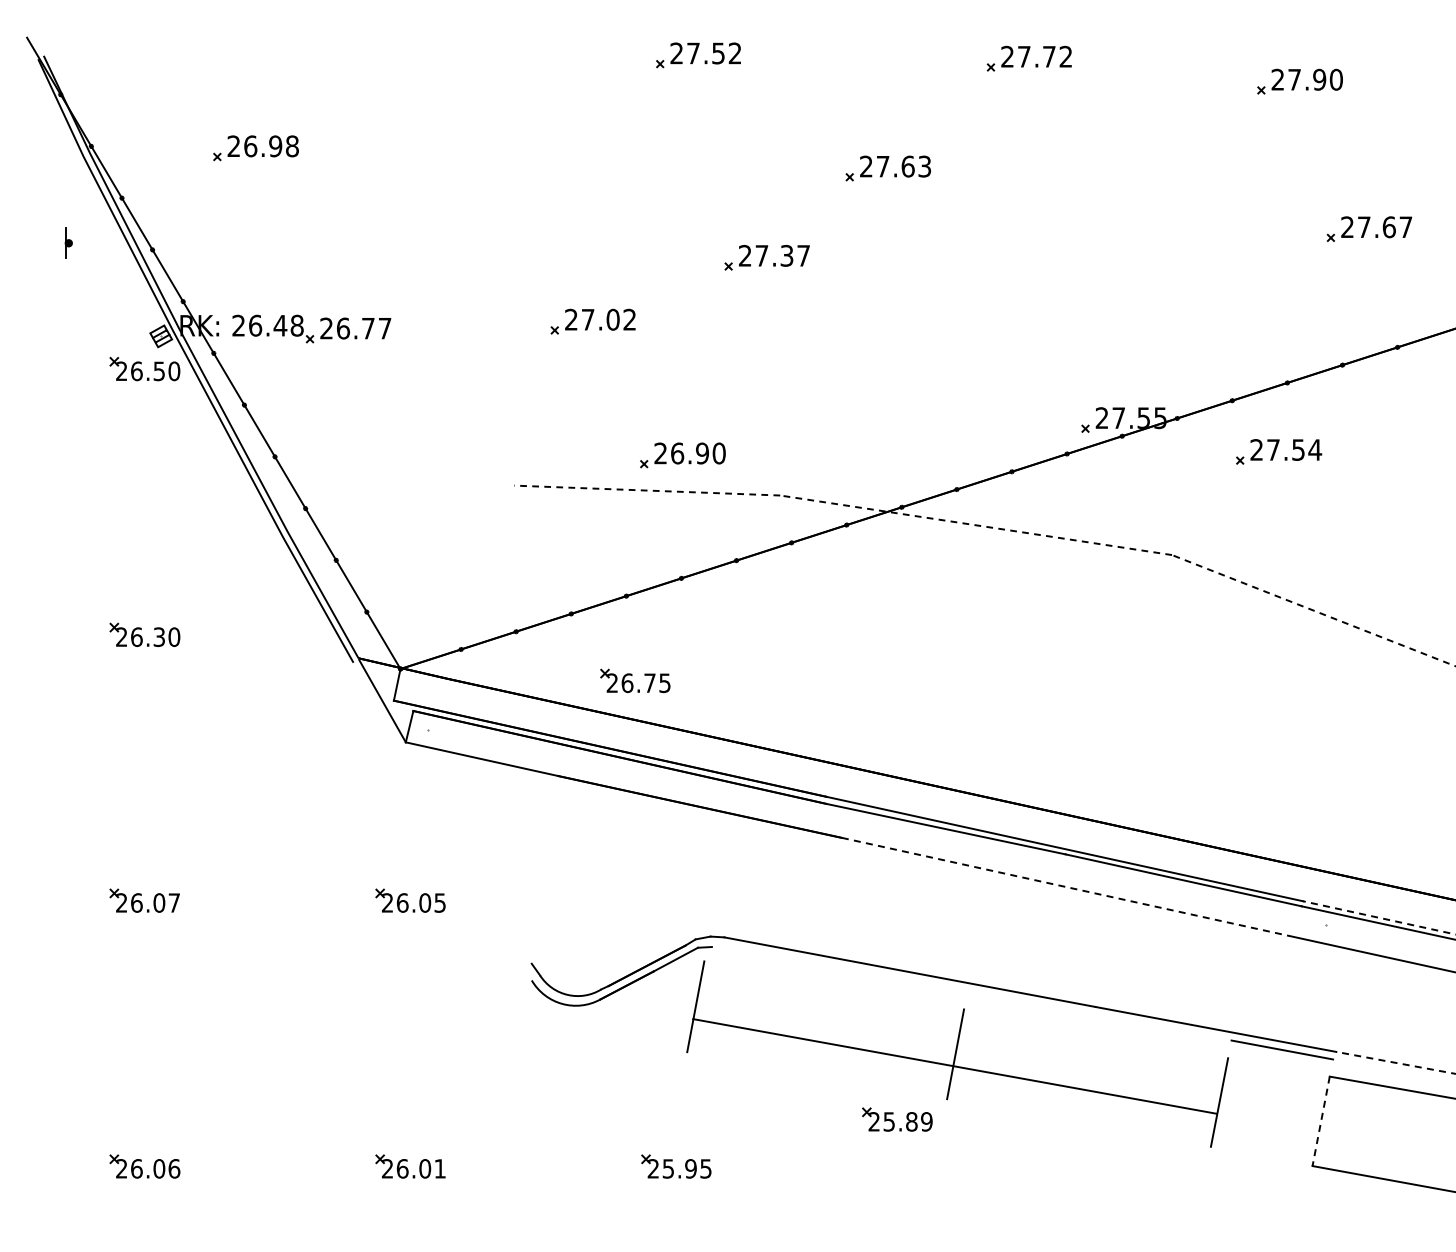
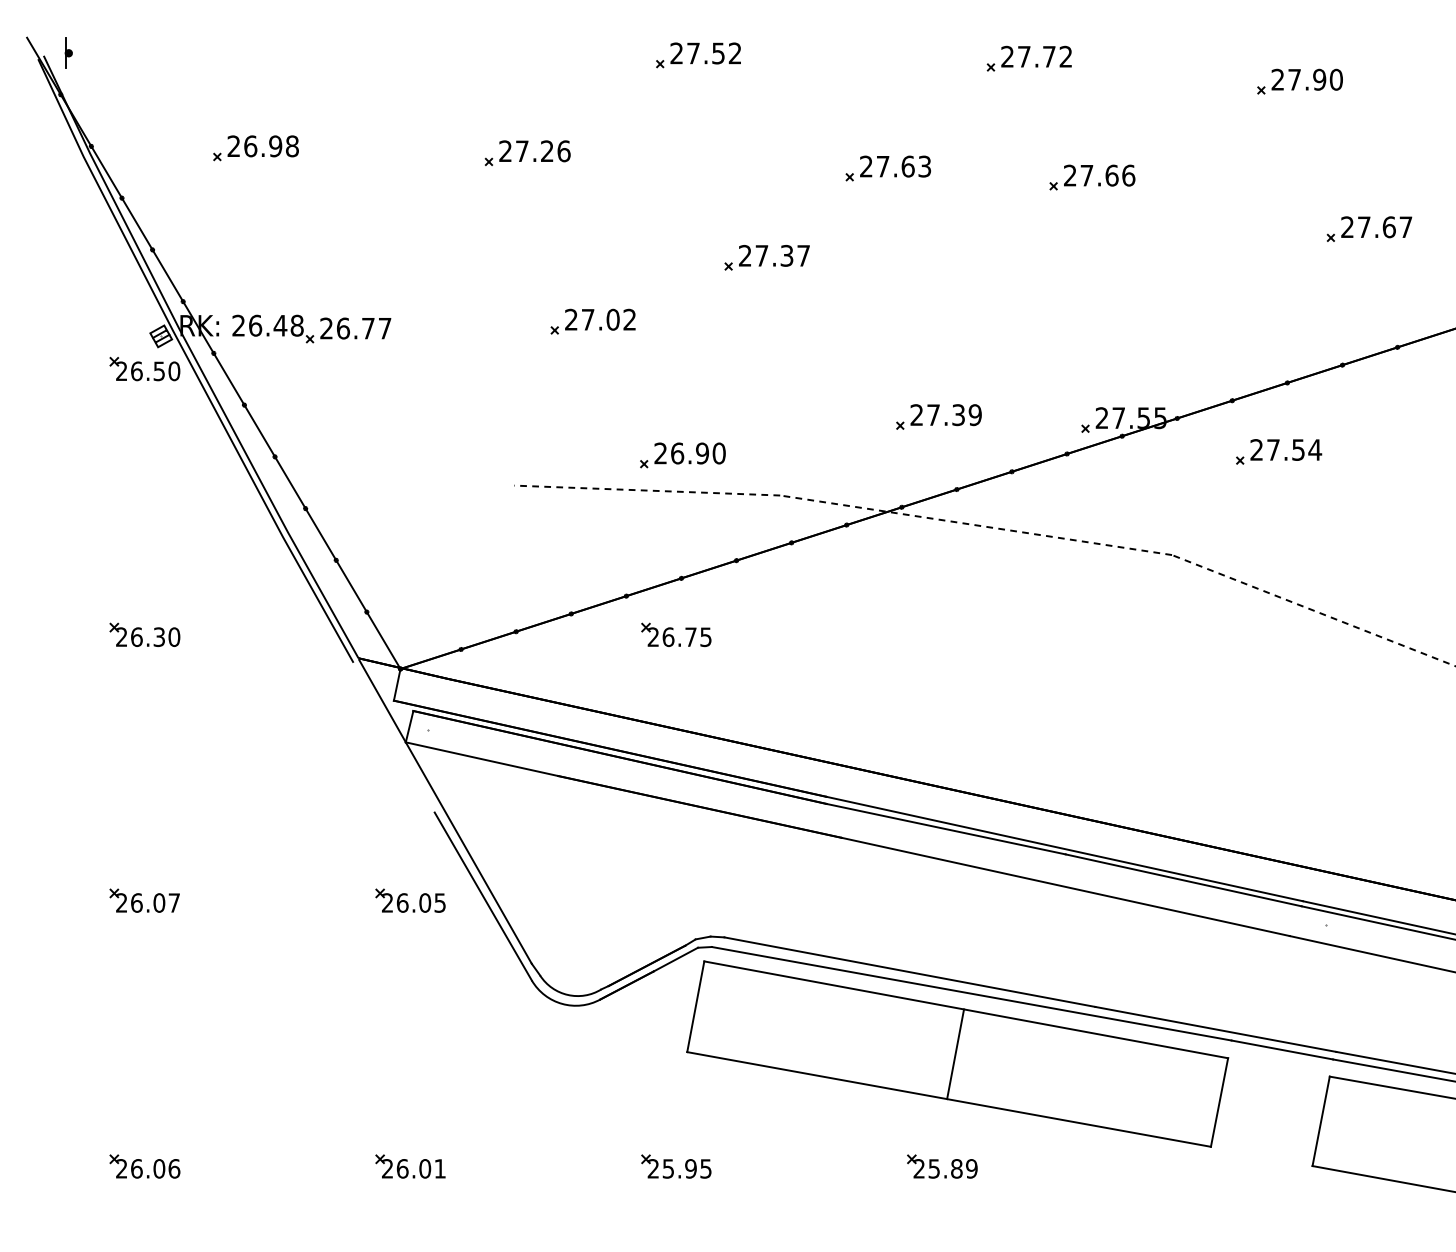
part at (527, 152): none -> present
part at (1092, 177): none -> present
part at (68, 242) position: (68, 242) -> (68, 52)
part at (938, 416): none -> present
part at (635, 680) position: (635, 680) -> (676, 634)
line at (468, 852): none -> present
line at (1066, 887): dashed -> solid
line at (482, 896): none -> present
line at (1379, 917): dashed -> solid
line at (971, 993): none -> present
line at (966, 1009): none -> present
line at (1395, 1062): dashed -> solid
line at (954, 1066) position: (954, 1066) -> (948, 1099)
line at (1392, 1070): none -> present
part at (897, 1119) position: (897, 1119) -> (942, 1166)
line at (1321, 1121): dashed -> solid
